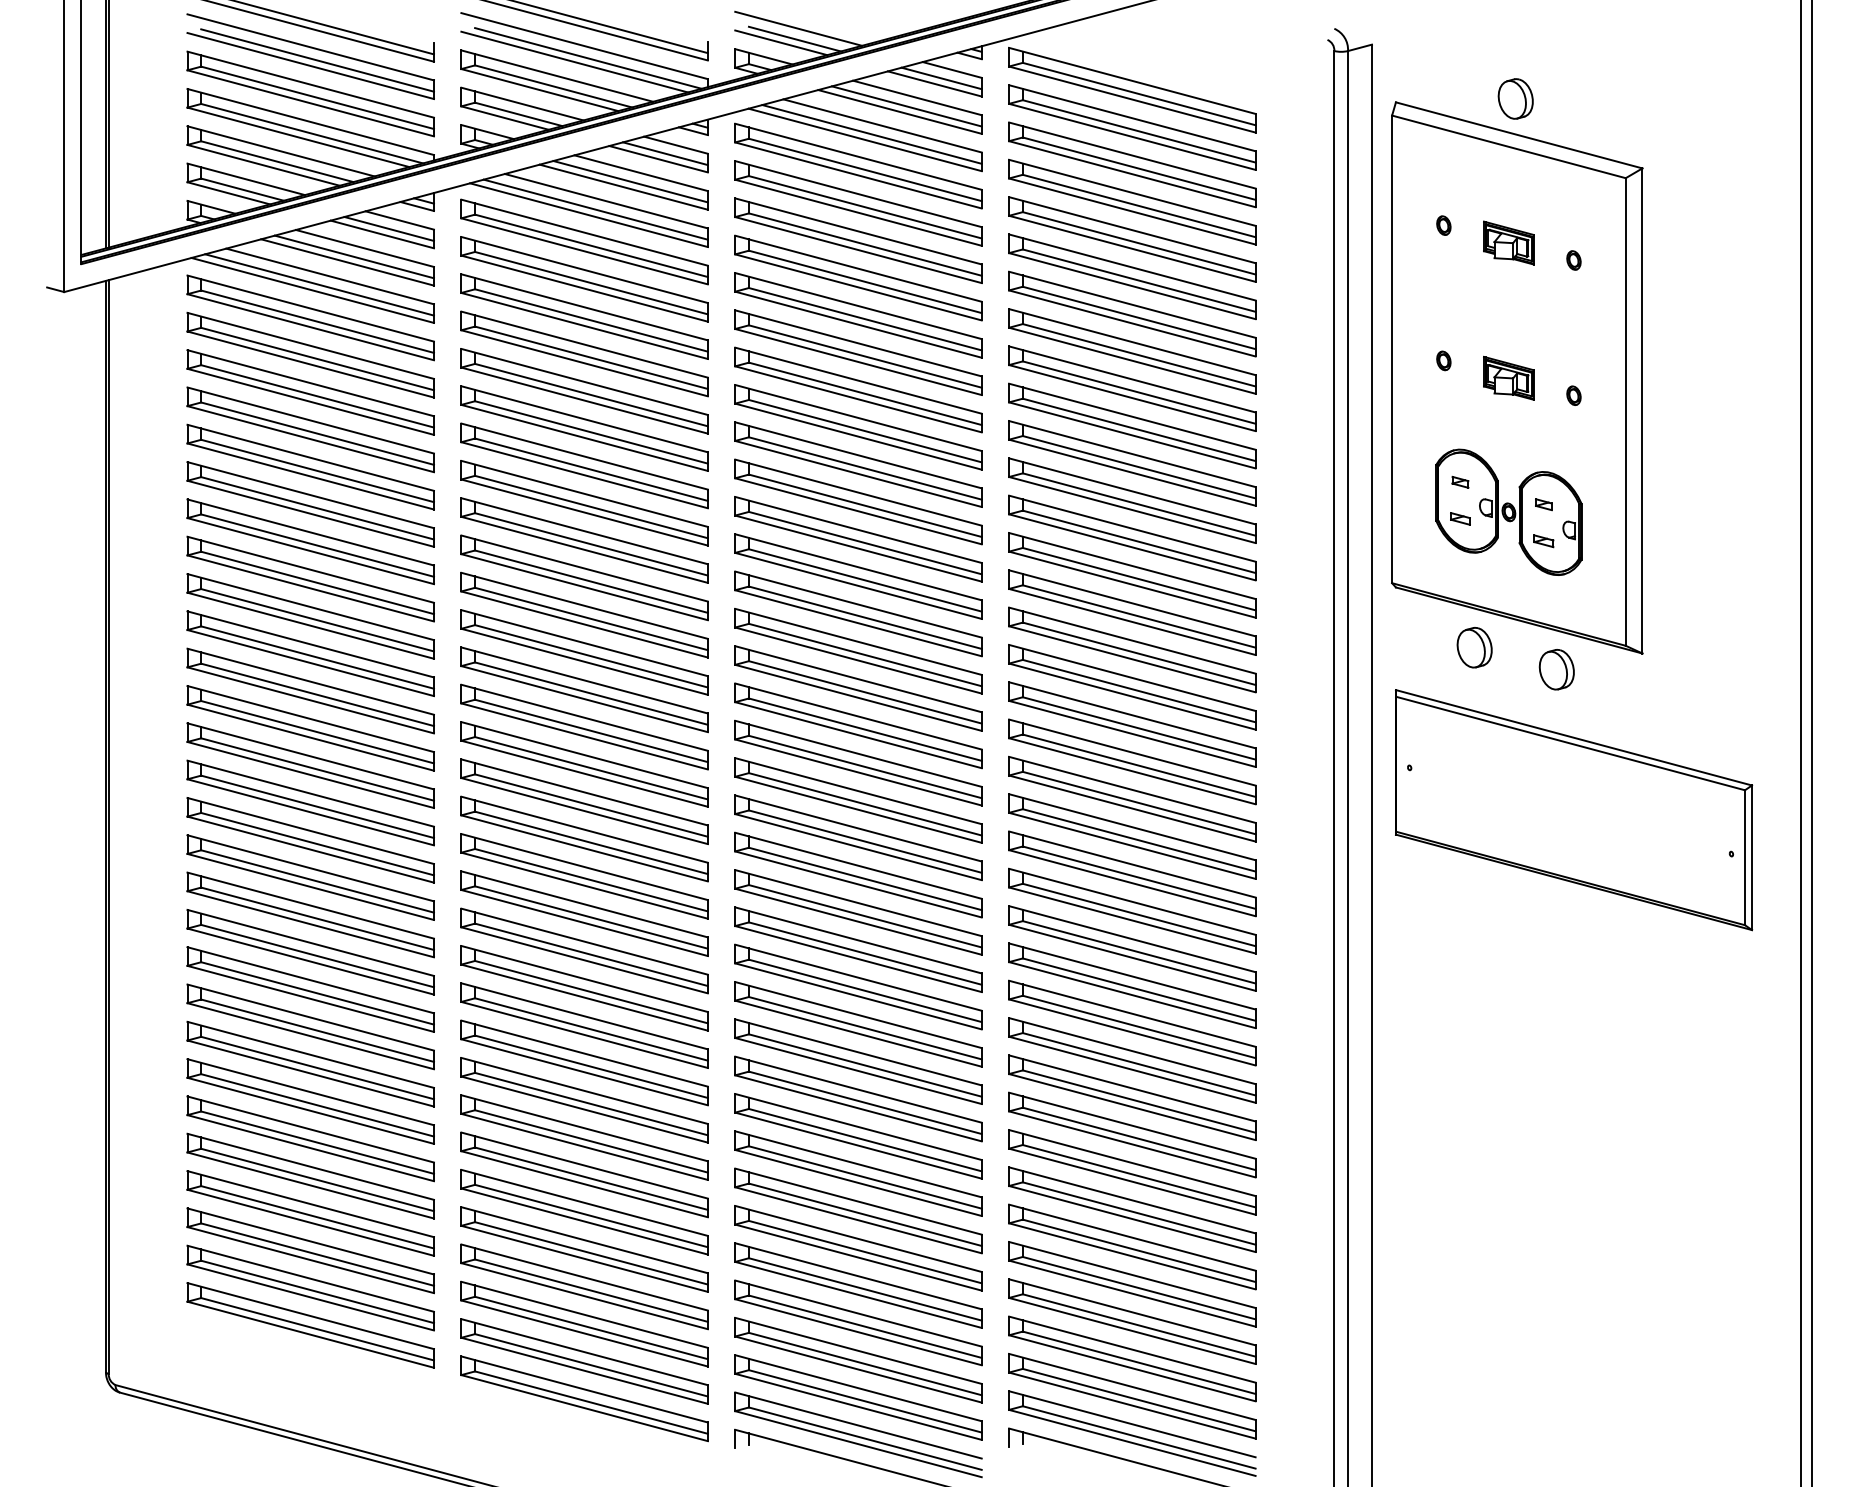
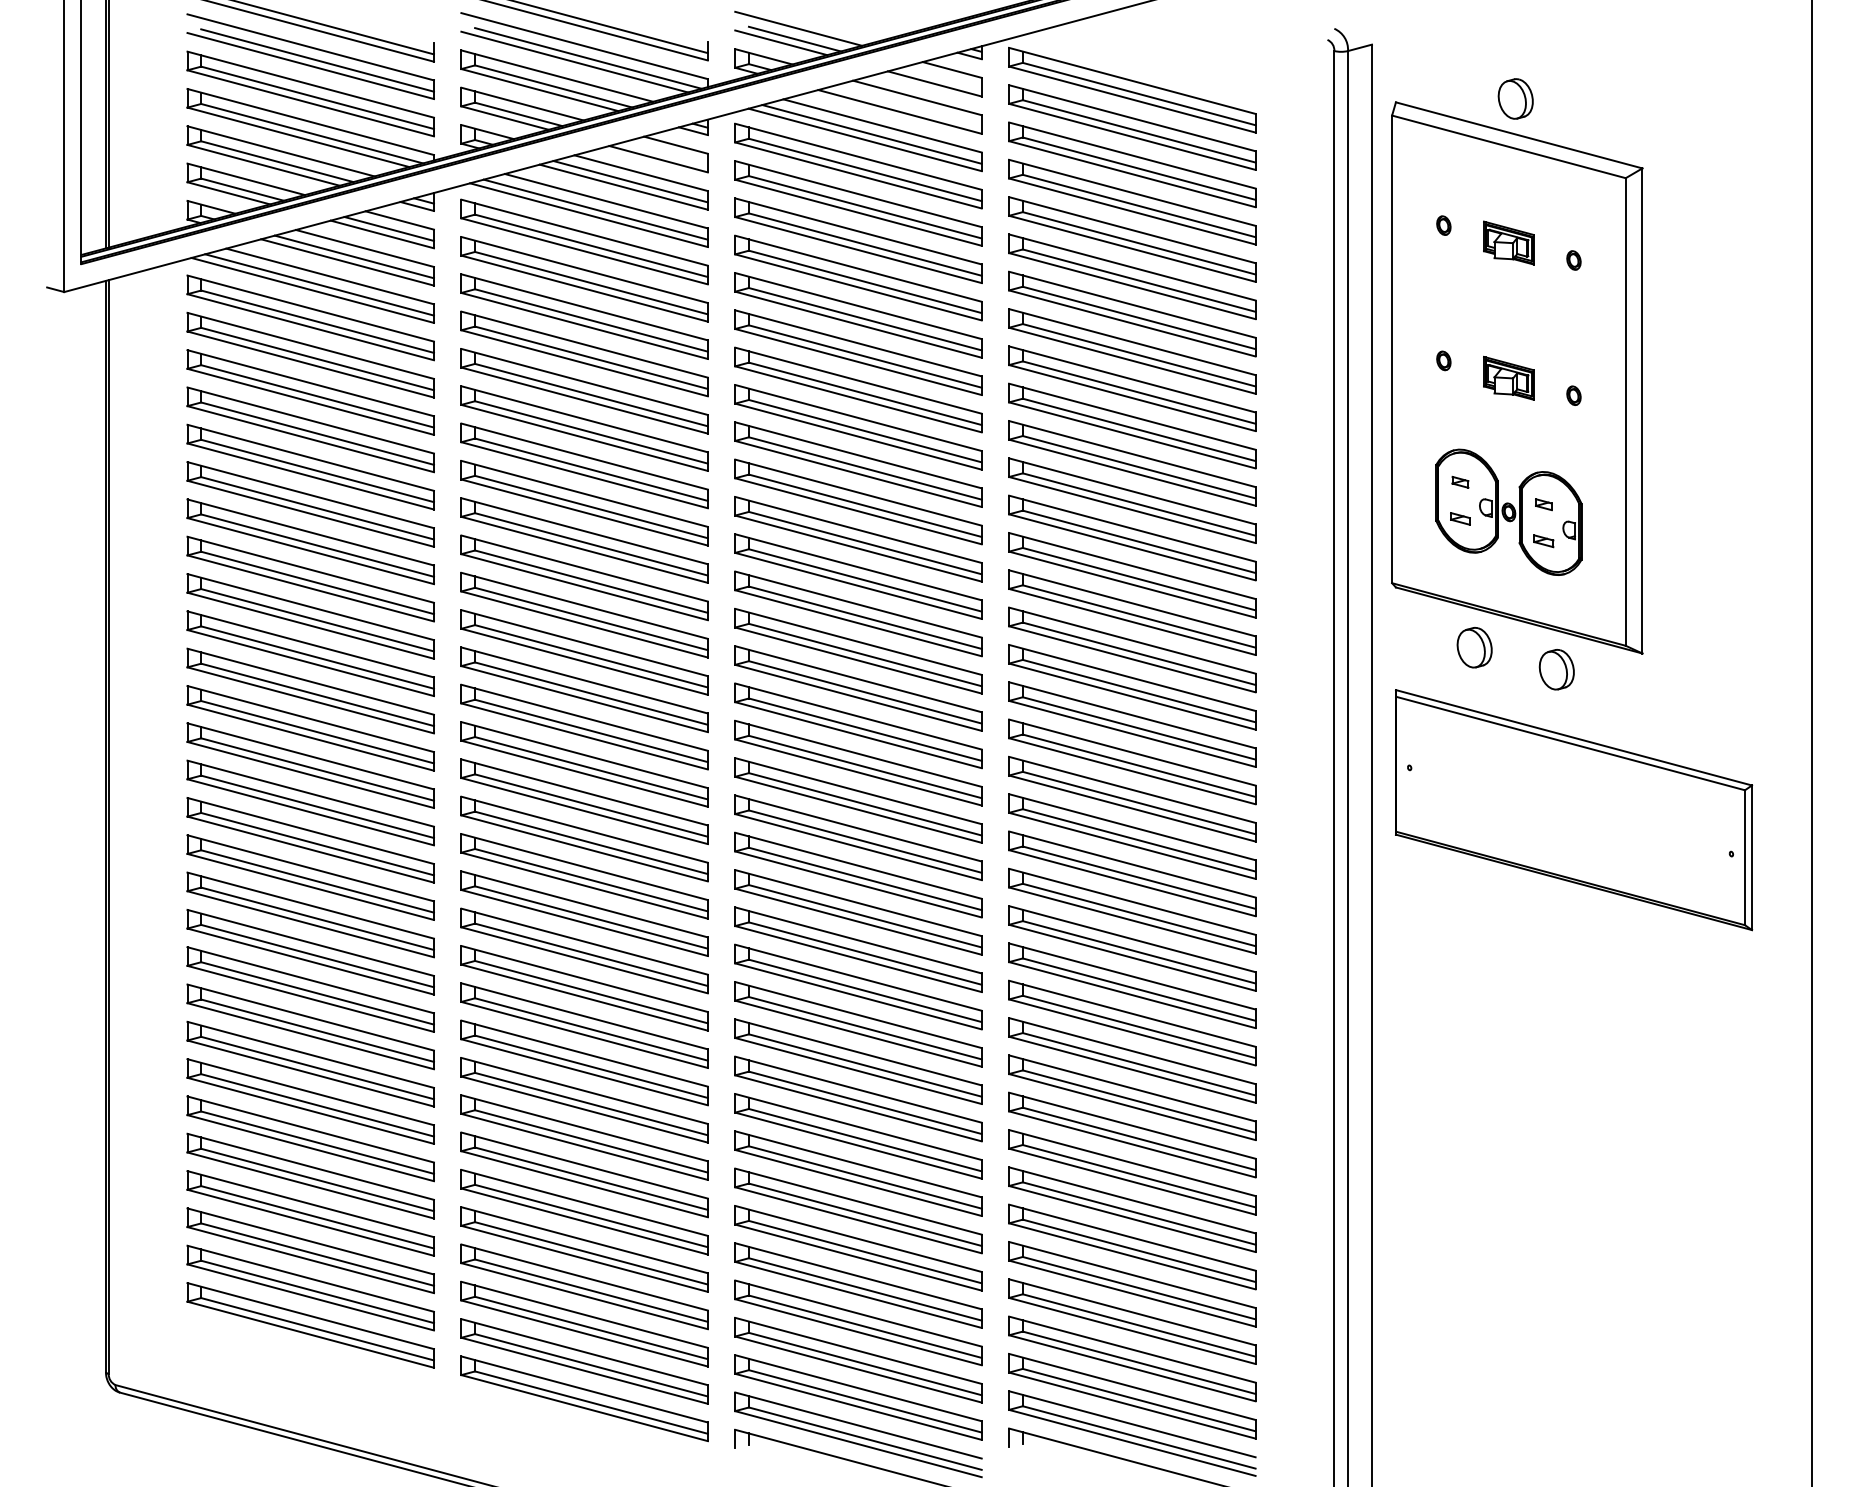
line at (941, 78): present -> none
line at (906, 106): present -> none
line at (665, 153): present -> none
line at (1801, 742): present -> none
